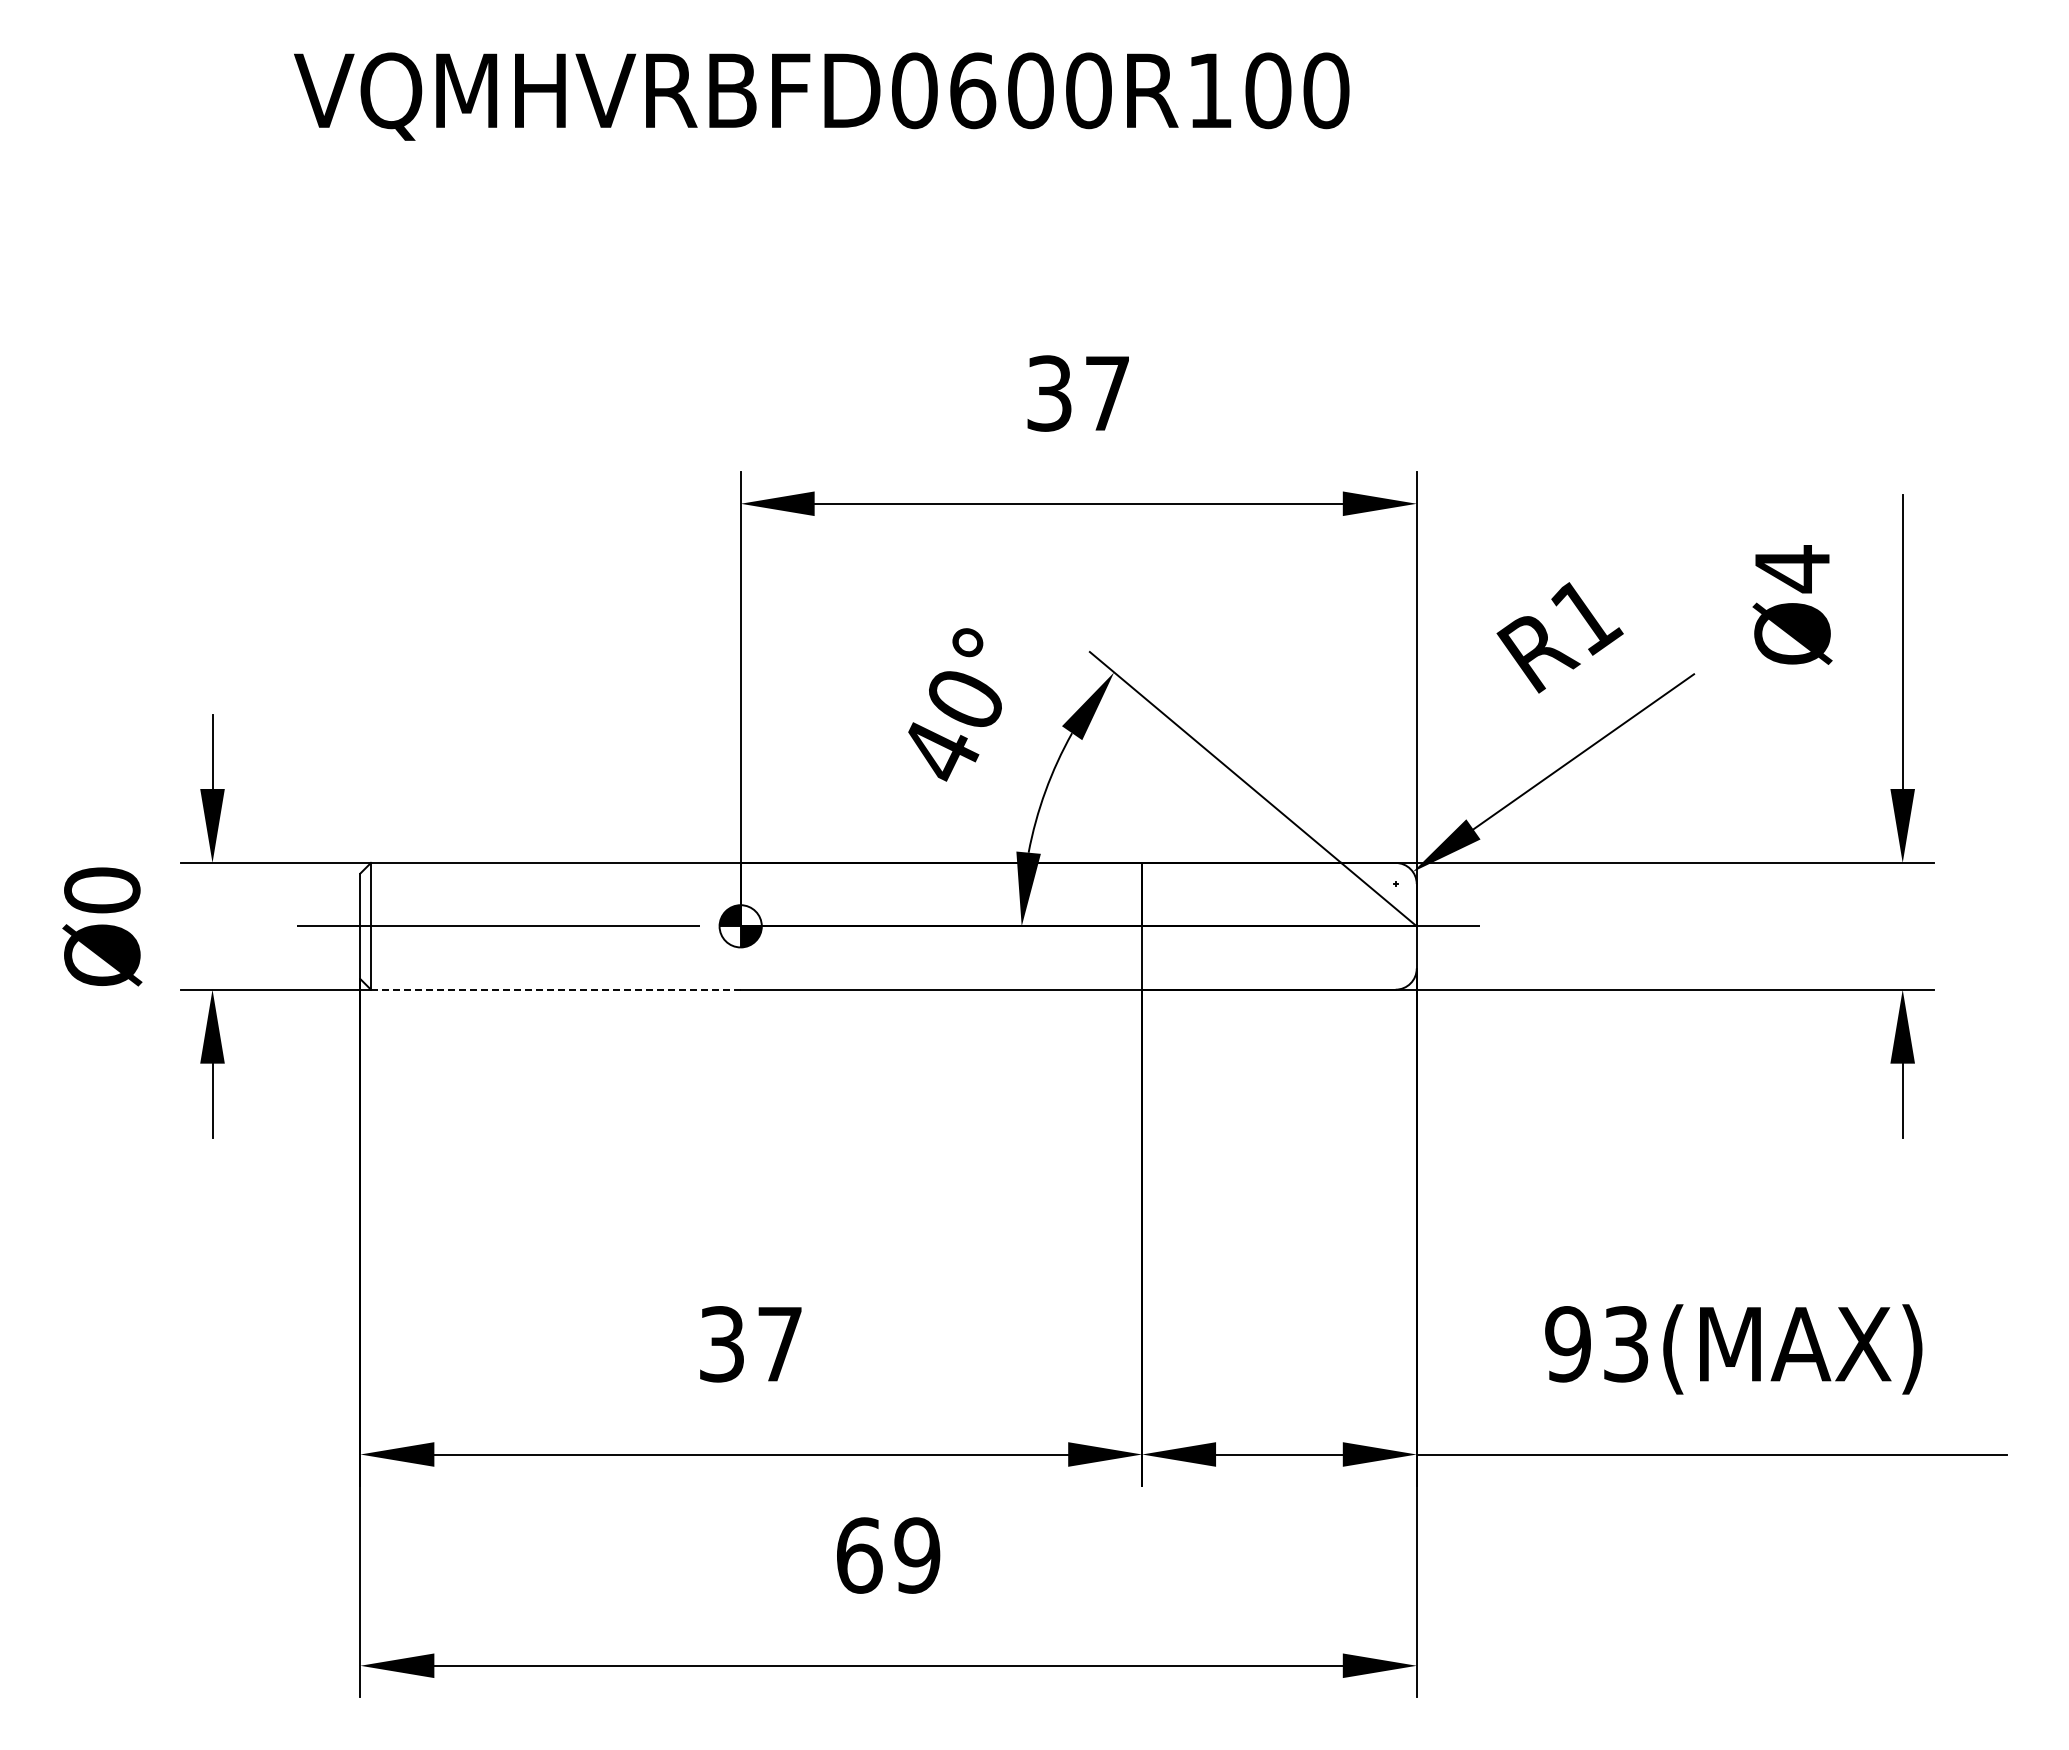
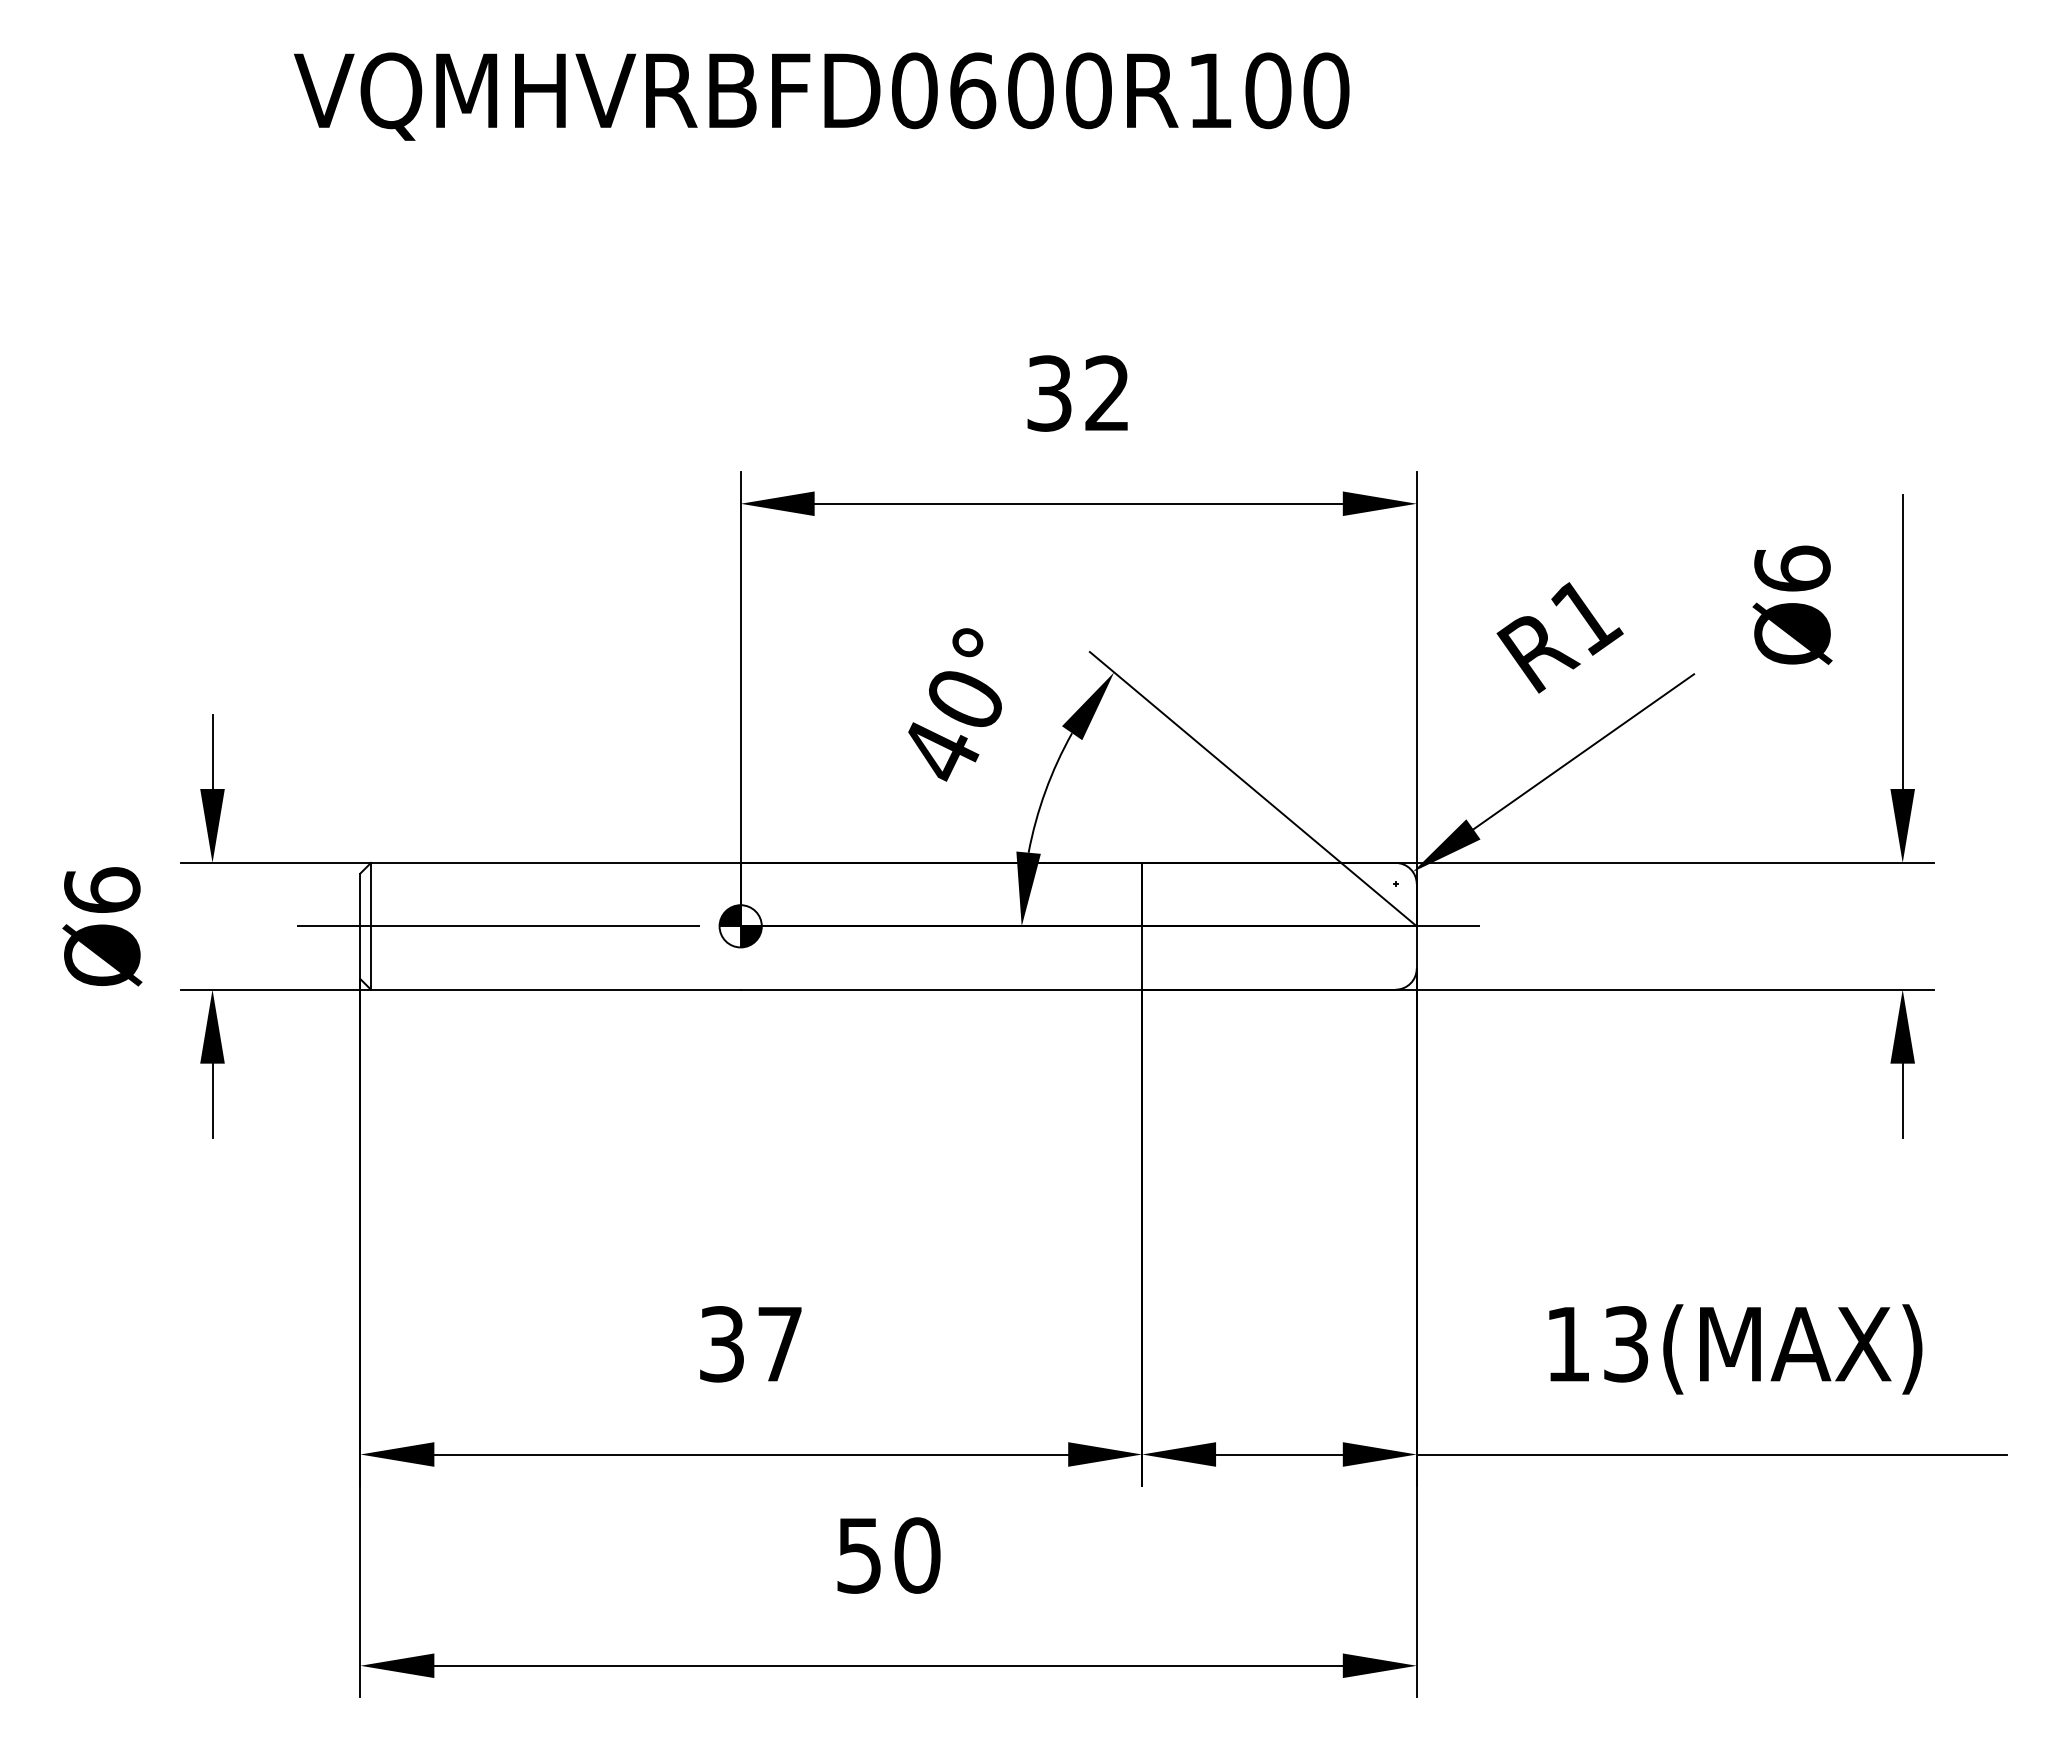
text at (1106, 392): 37 -> 32
text at (1792, 569): Ø4 -> Ø6
text at (102, 890): Ø0 -> Ø6
line at (555, 989): dashed -> solid
text at (1567, 1344): 93(MAX) -> 13(MAX)
text at (888, 1555): 69 -> 50
